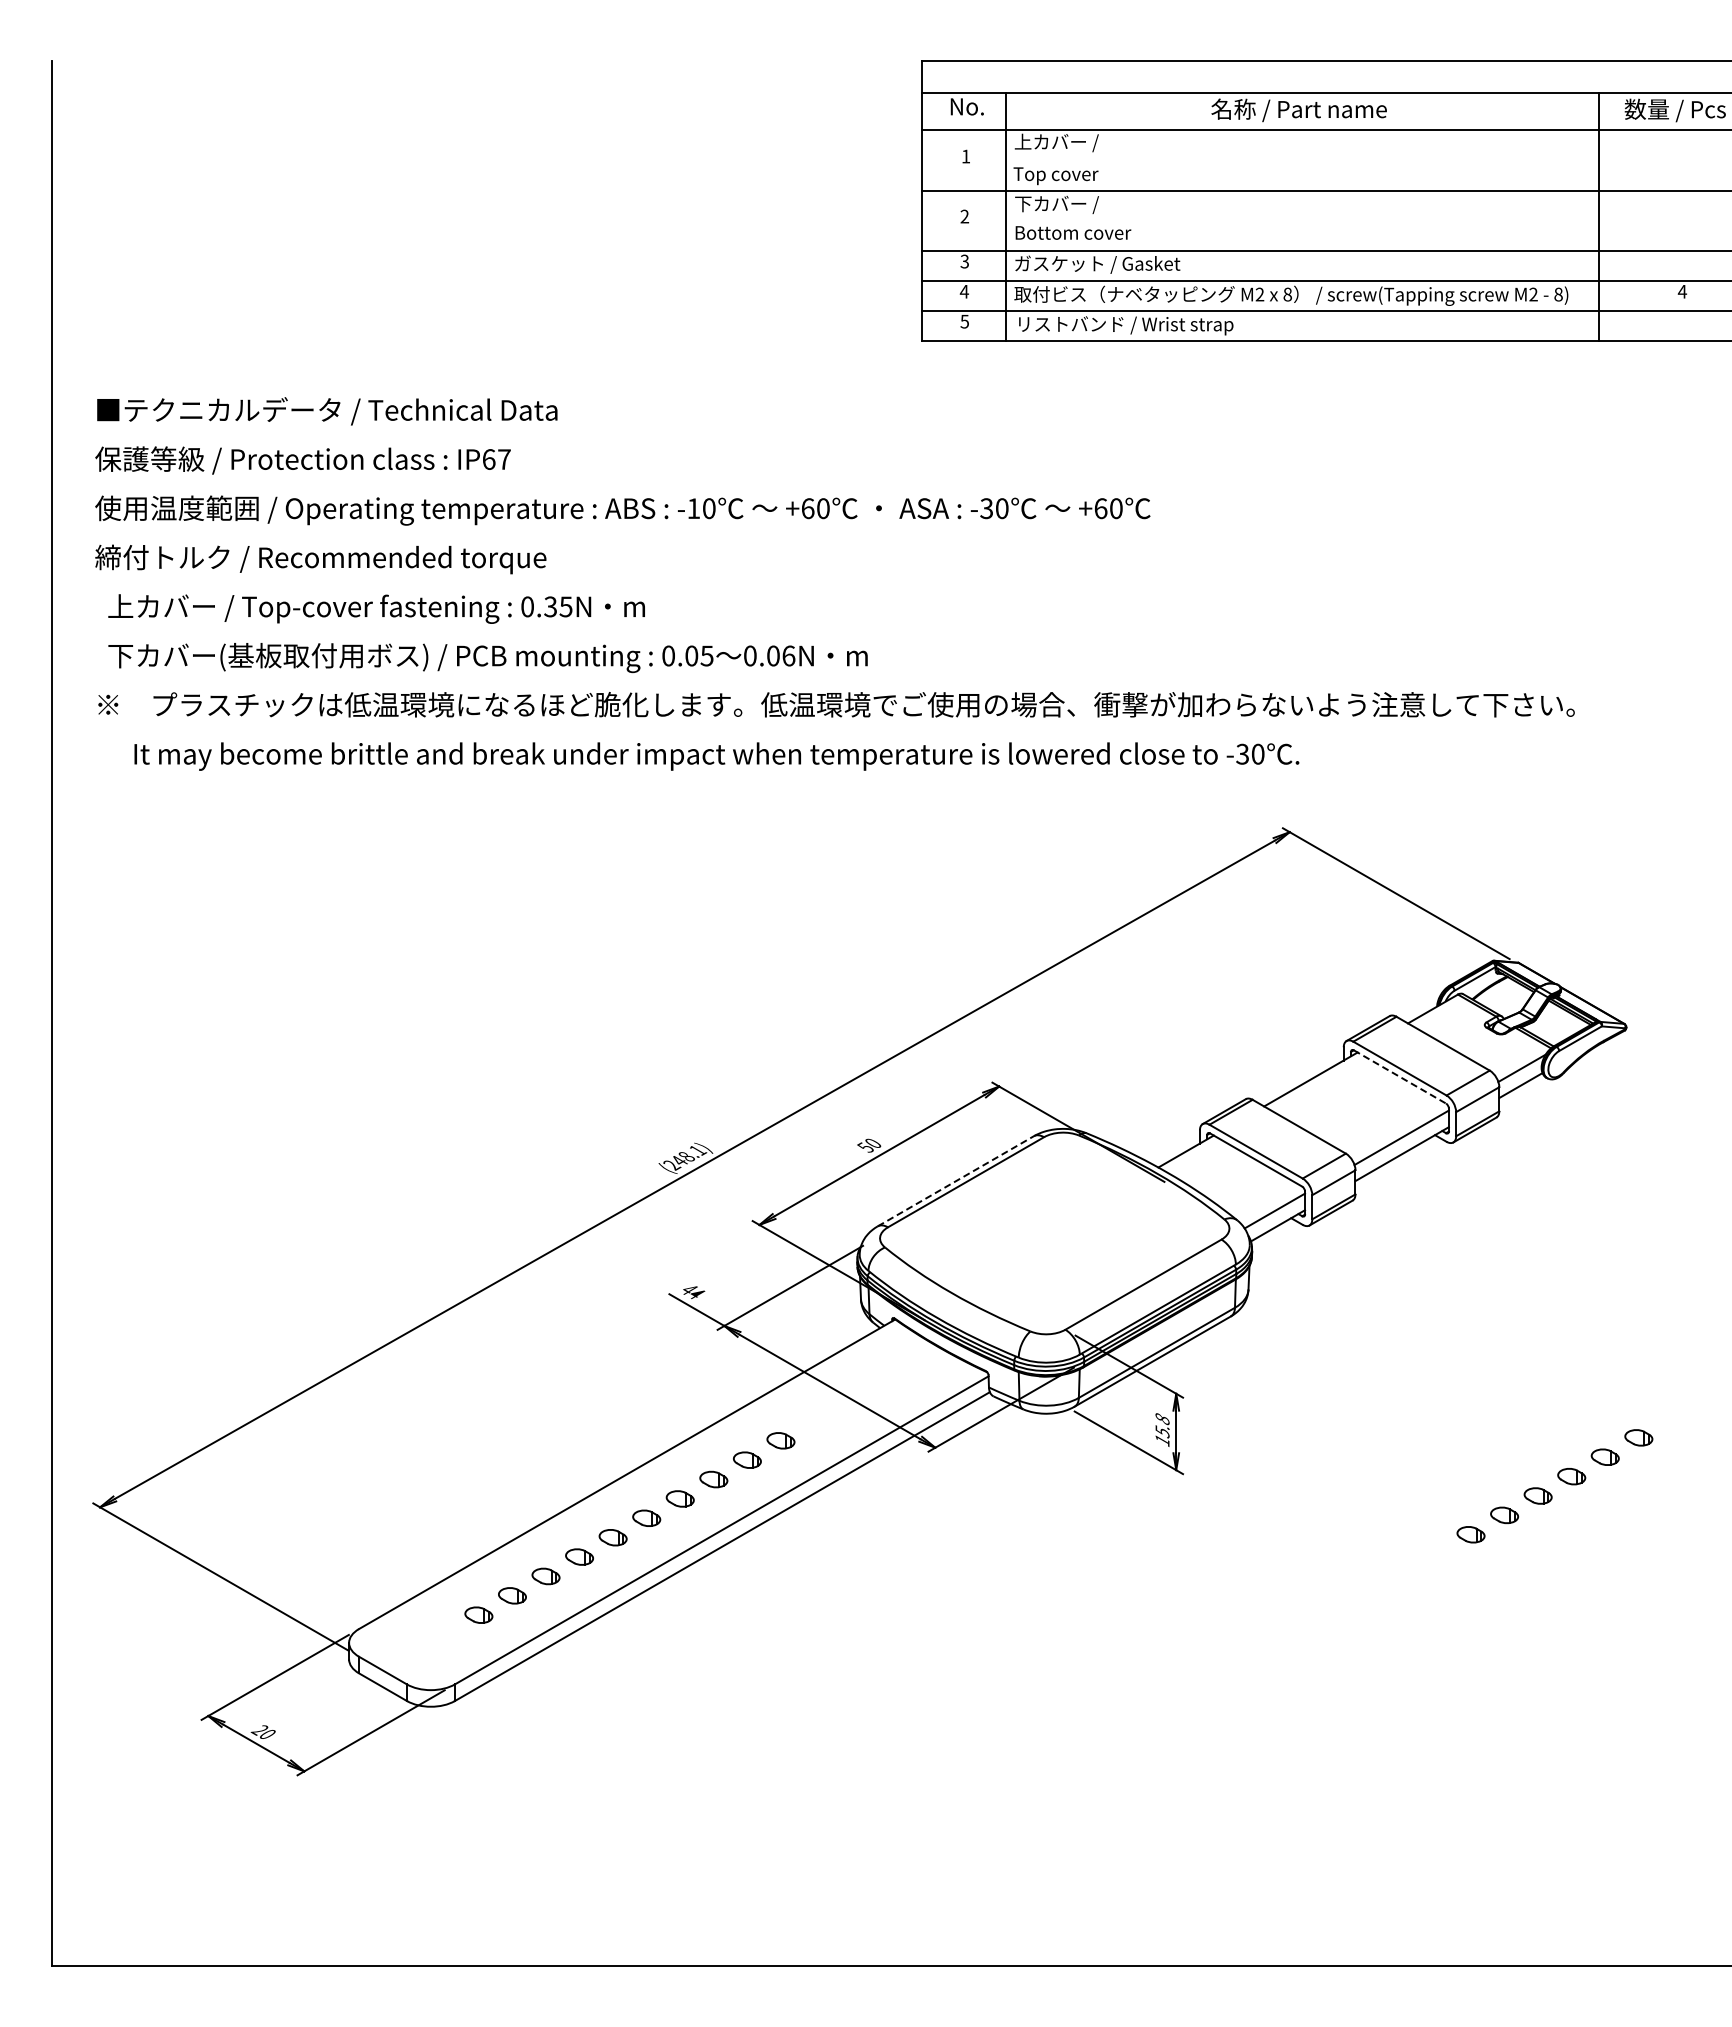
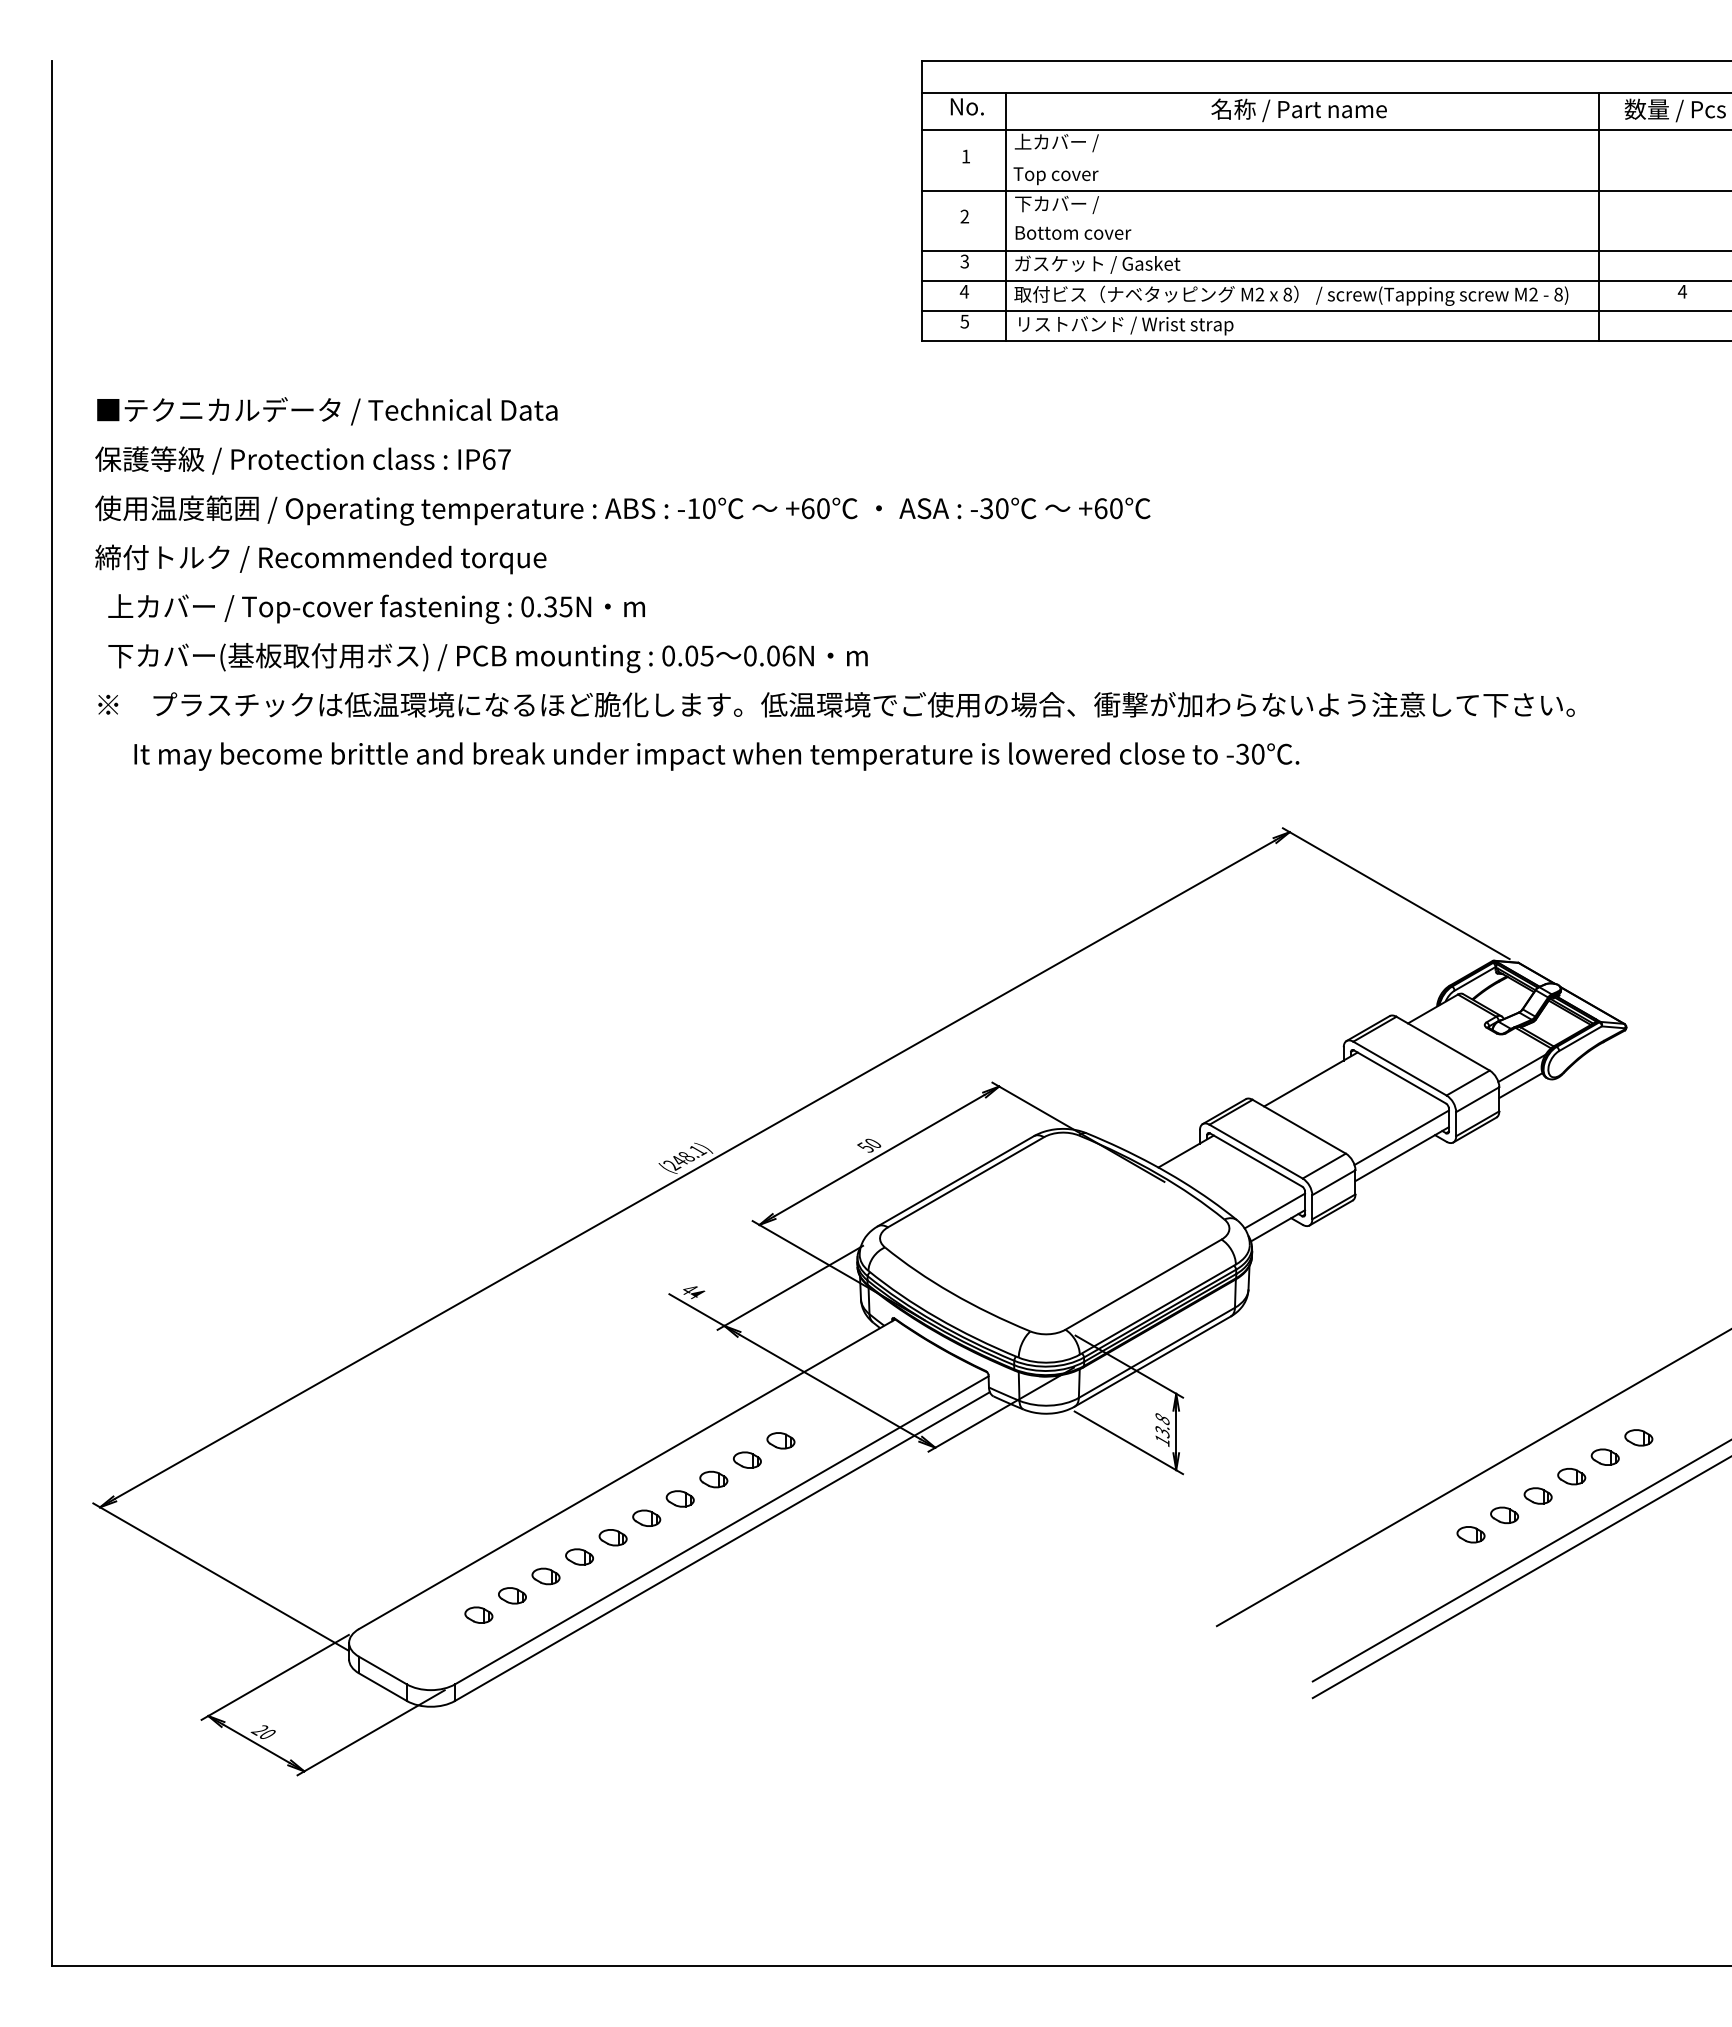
line at (1400, 1077): dashed -> solid
line at (956, 1181): dashed -> solid
text at (1161, 1429): 15.8 -> 13.8
line at (1472, 1478): none -> present
line at (1520, 1561): none -> present
line at (1520, 1577): none -> present
